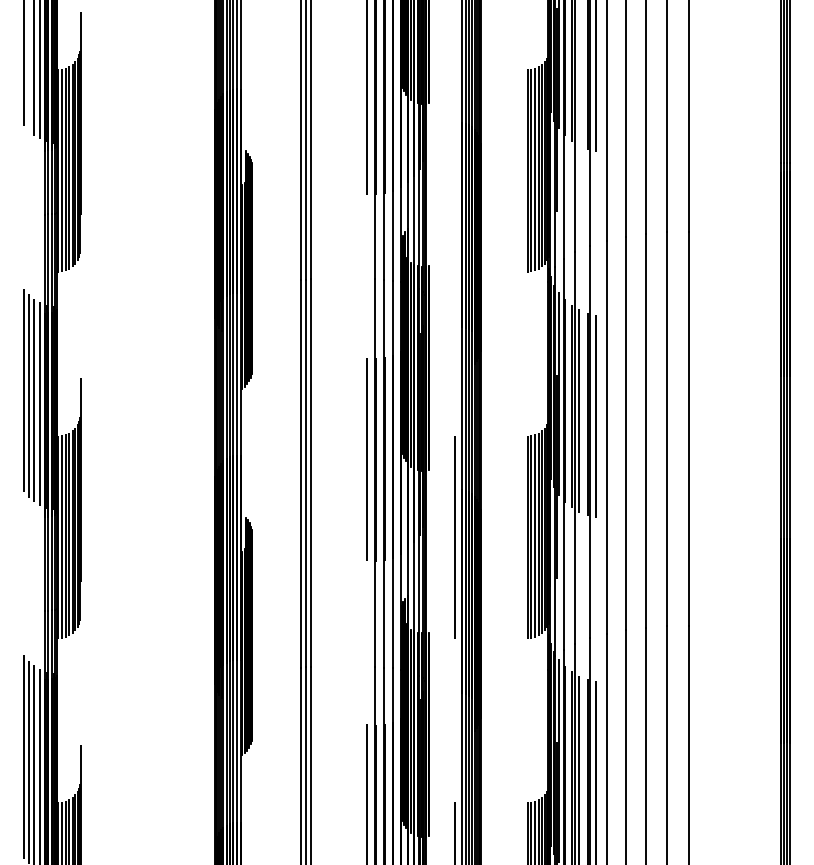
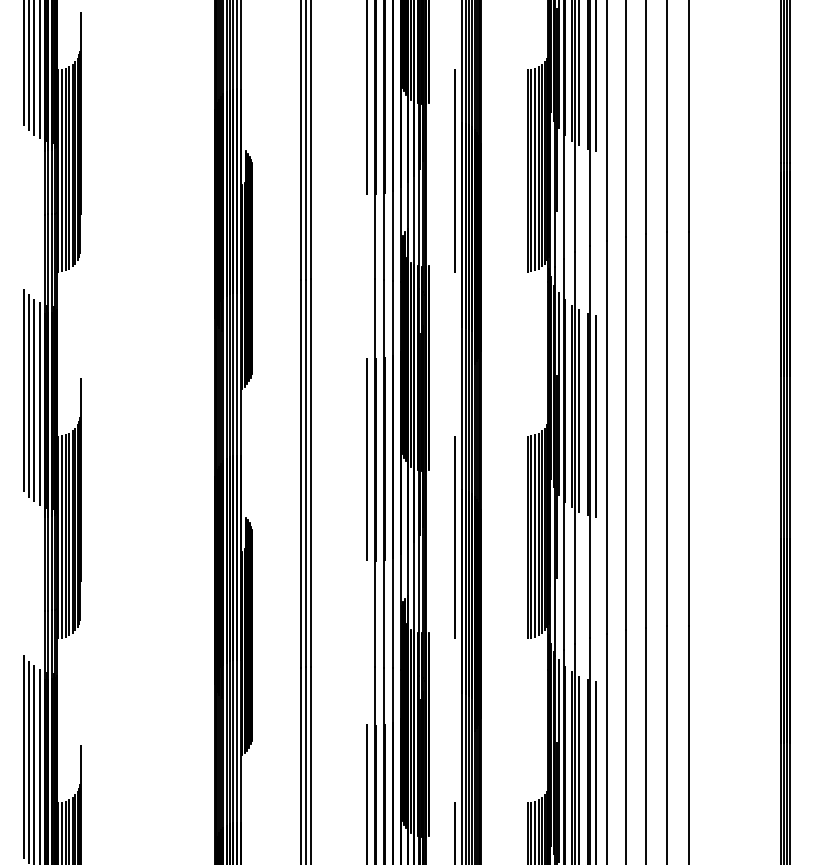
line at (28, 66): none -> present
line at (579, 74): none -> present
line at (454, 170): none -> present
